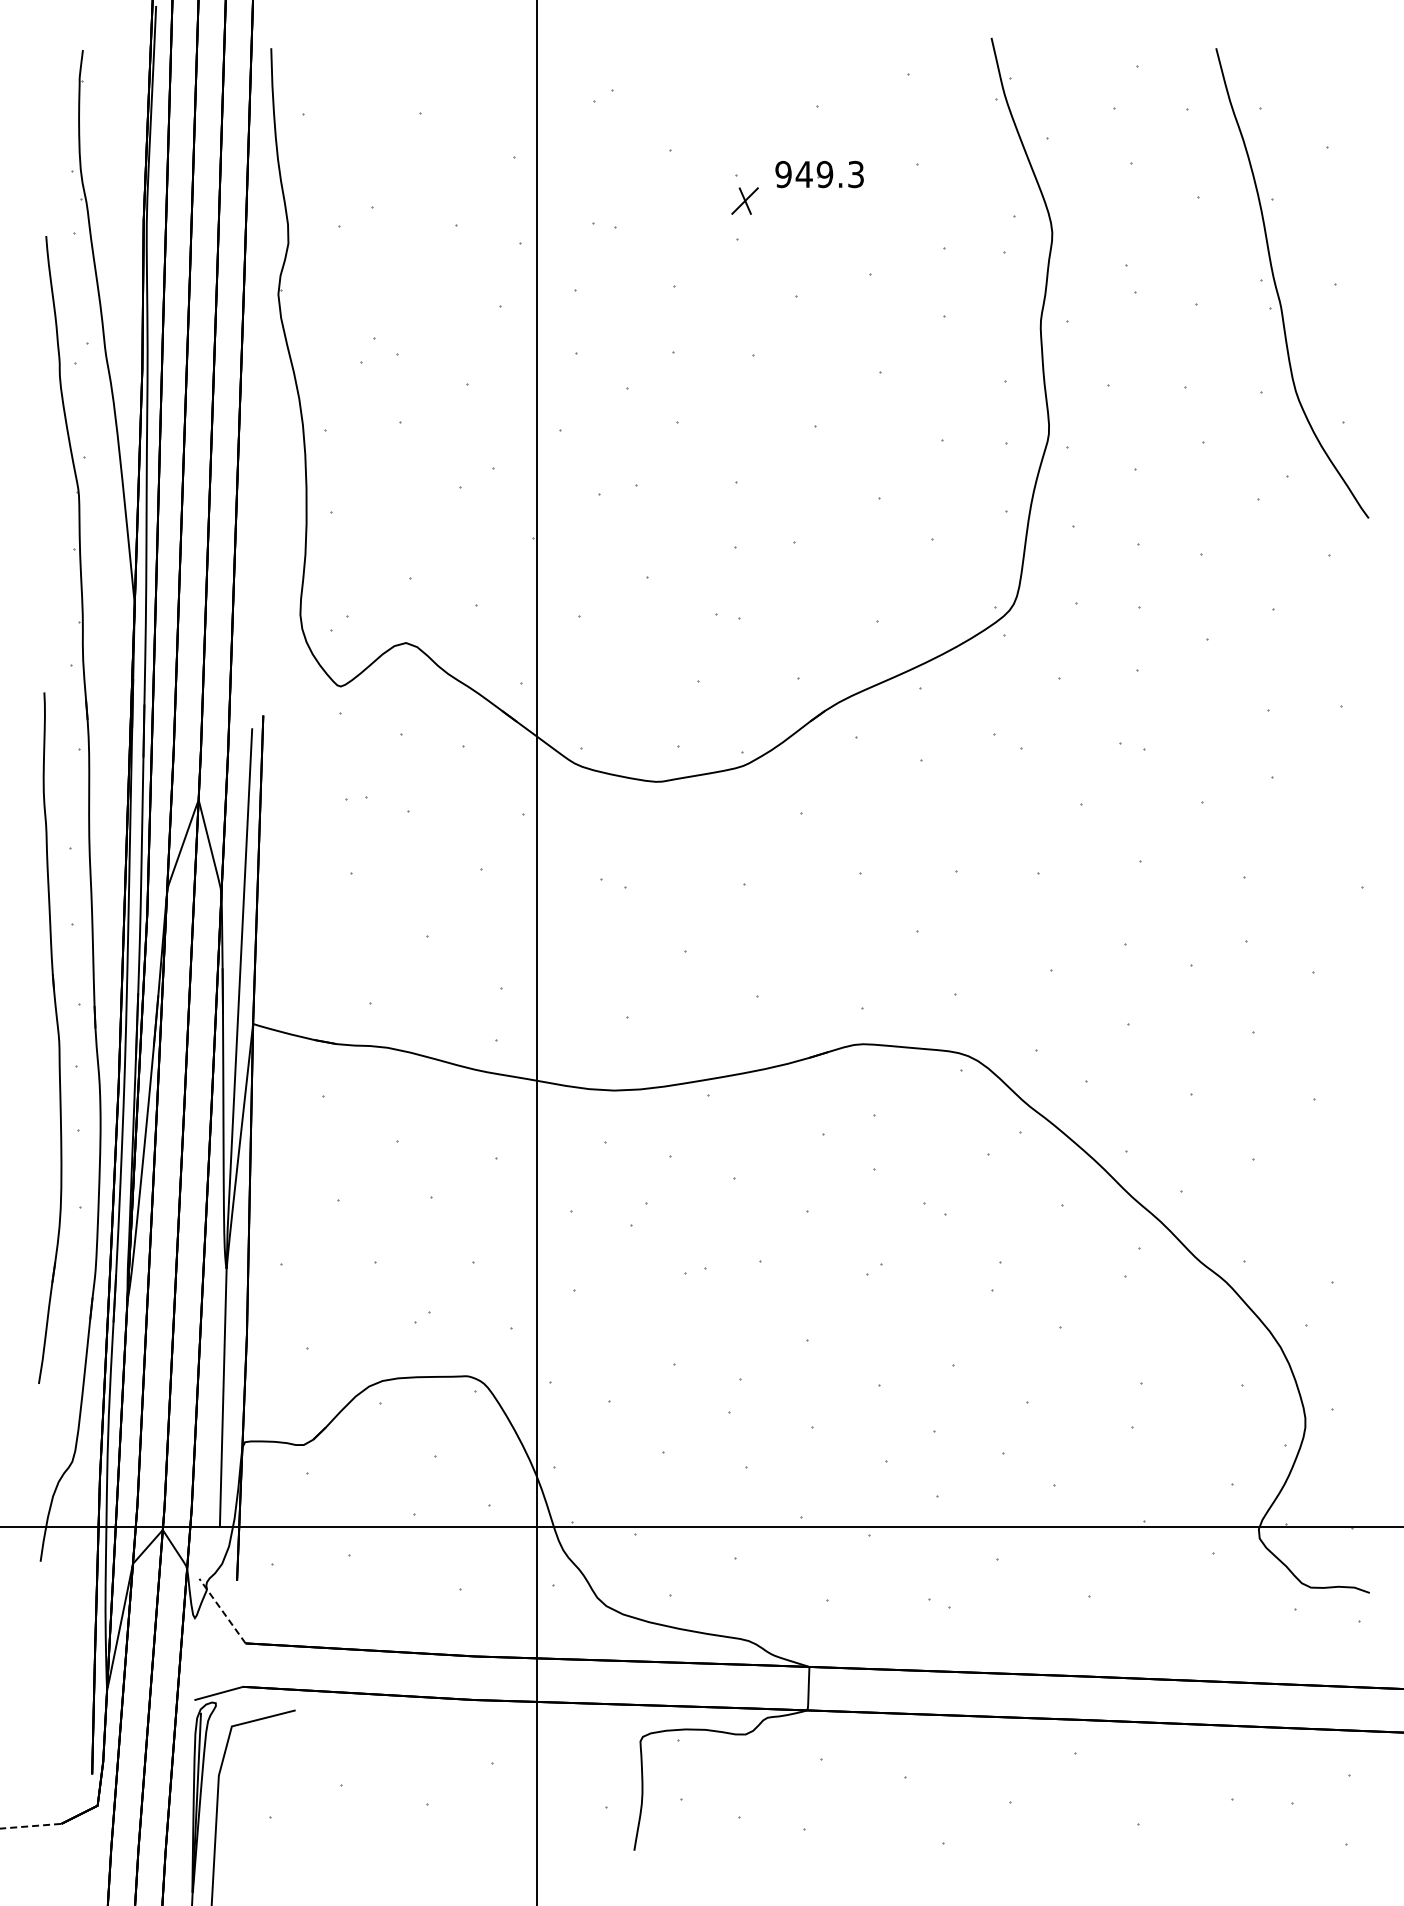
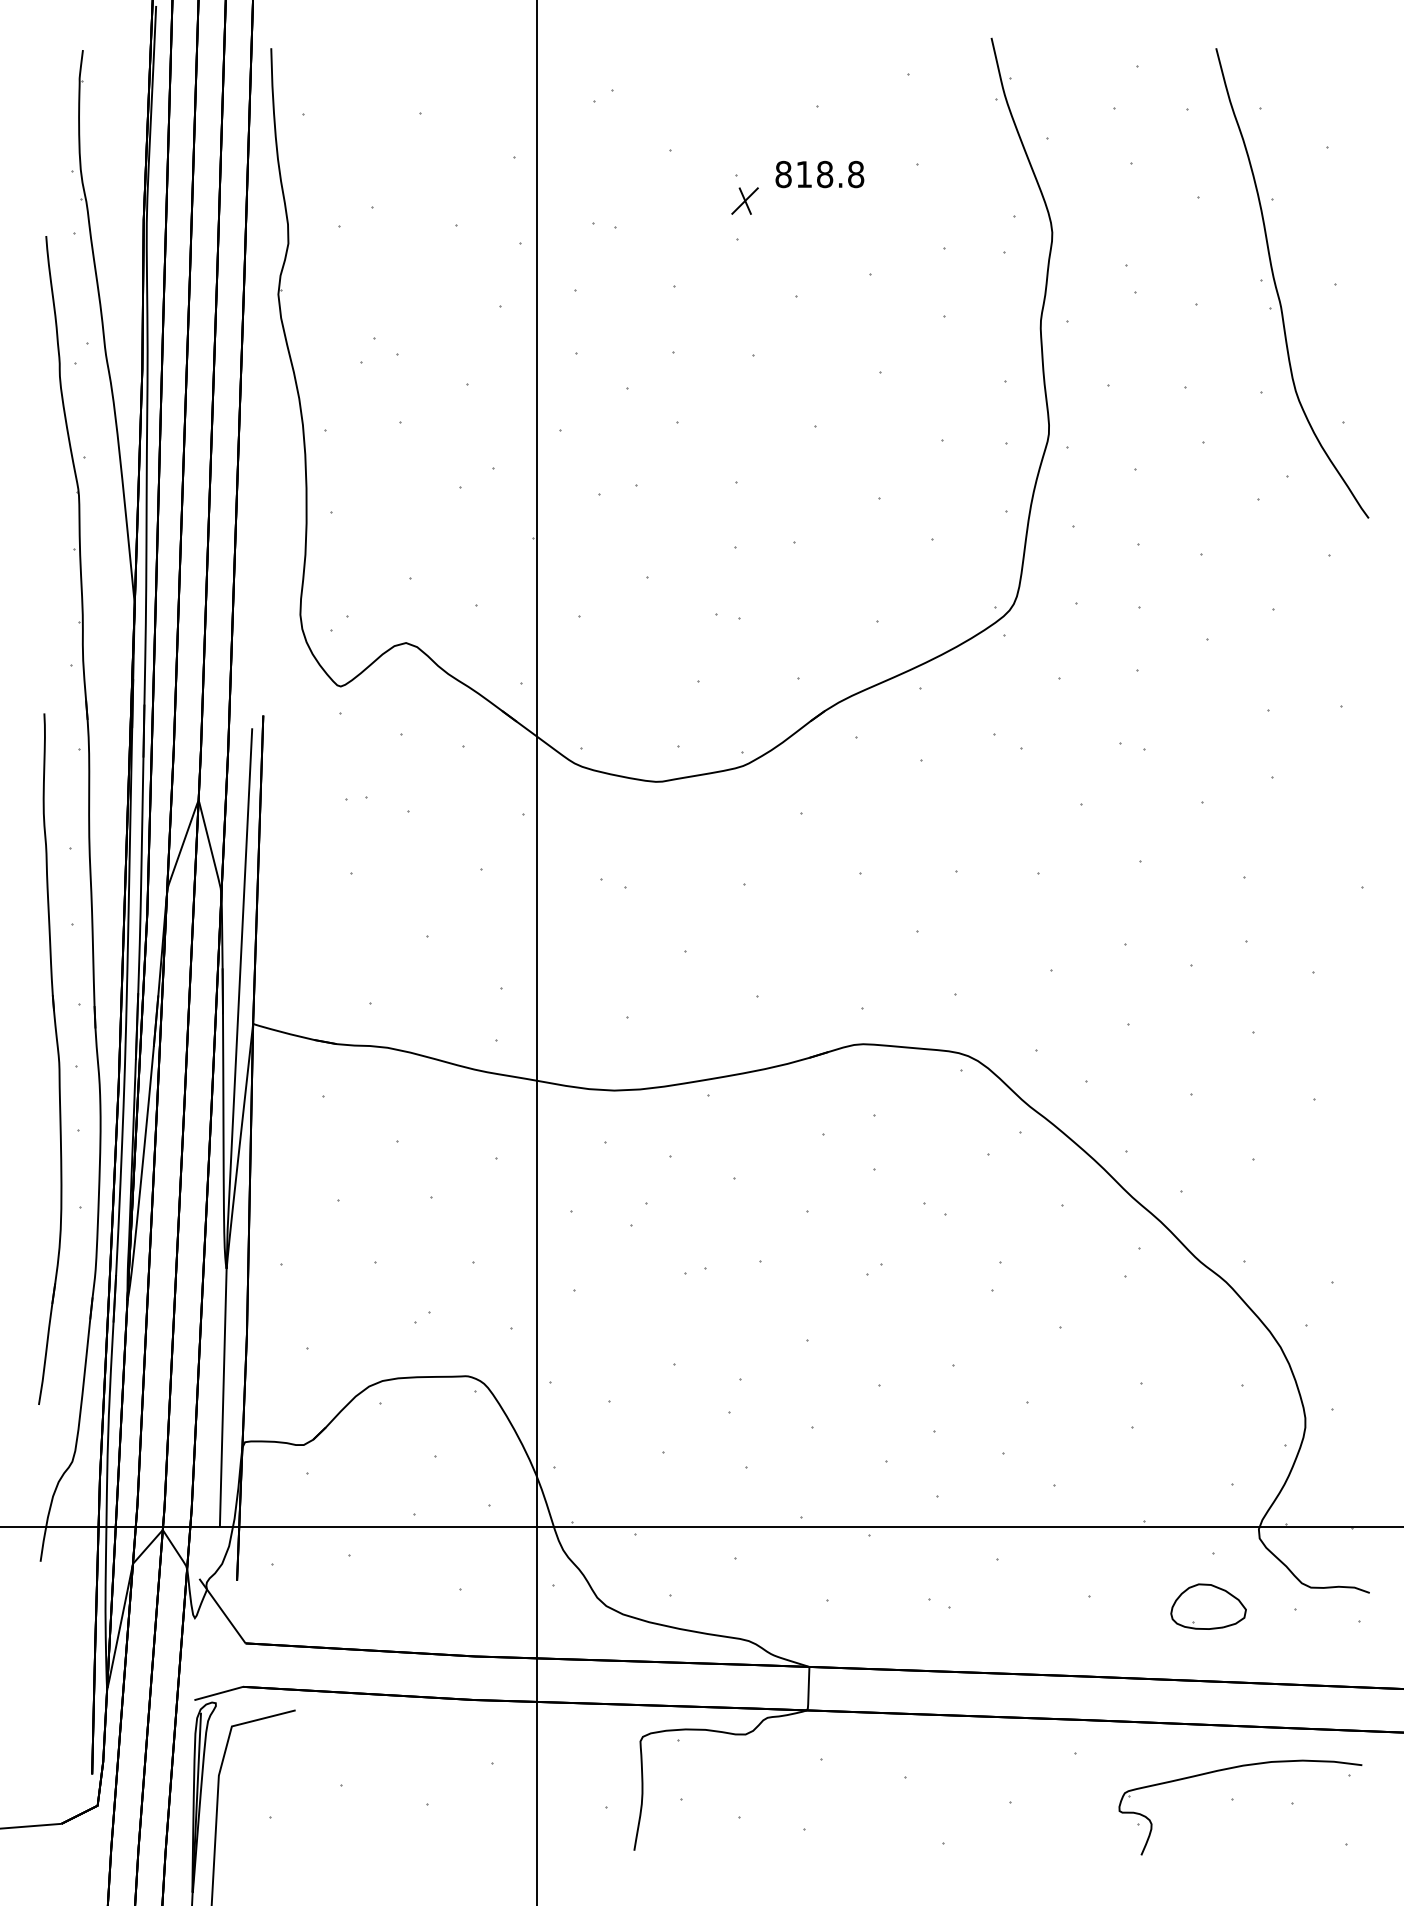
text at (819, 174): 949.3 -> 818.8
part at (57, 1035) position: (57, 1035) -> (57, 1056)
part at (1208, 1606): none -> present
line at (222, 1611): dashed -> solid
part at (1230, 1769): none -> present
line at (31, 1826): dashed -> solid
